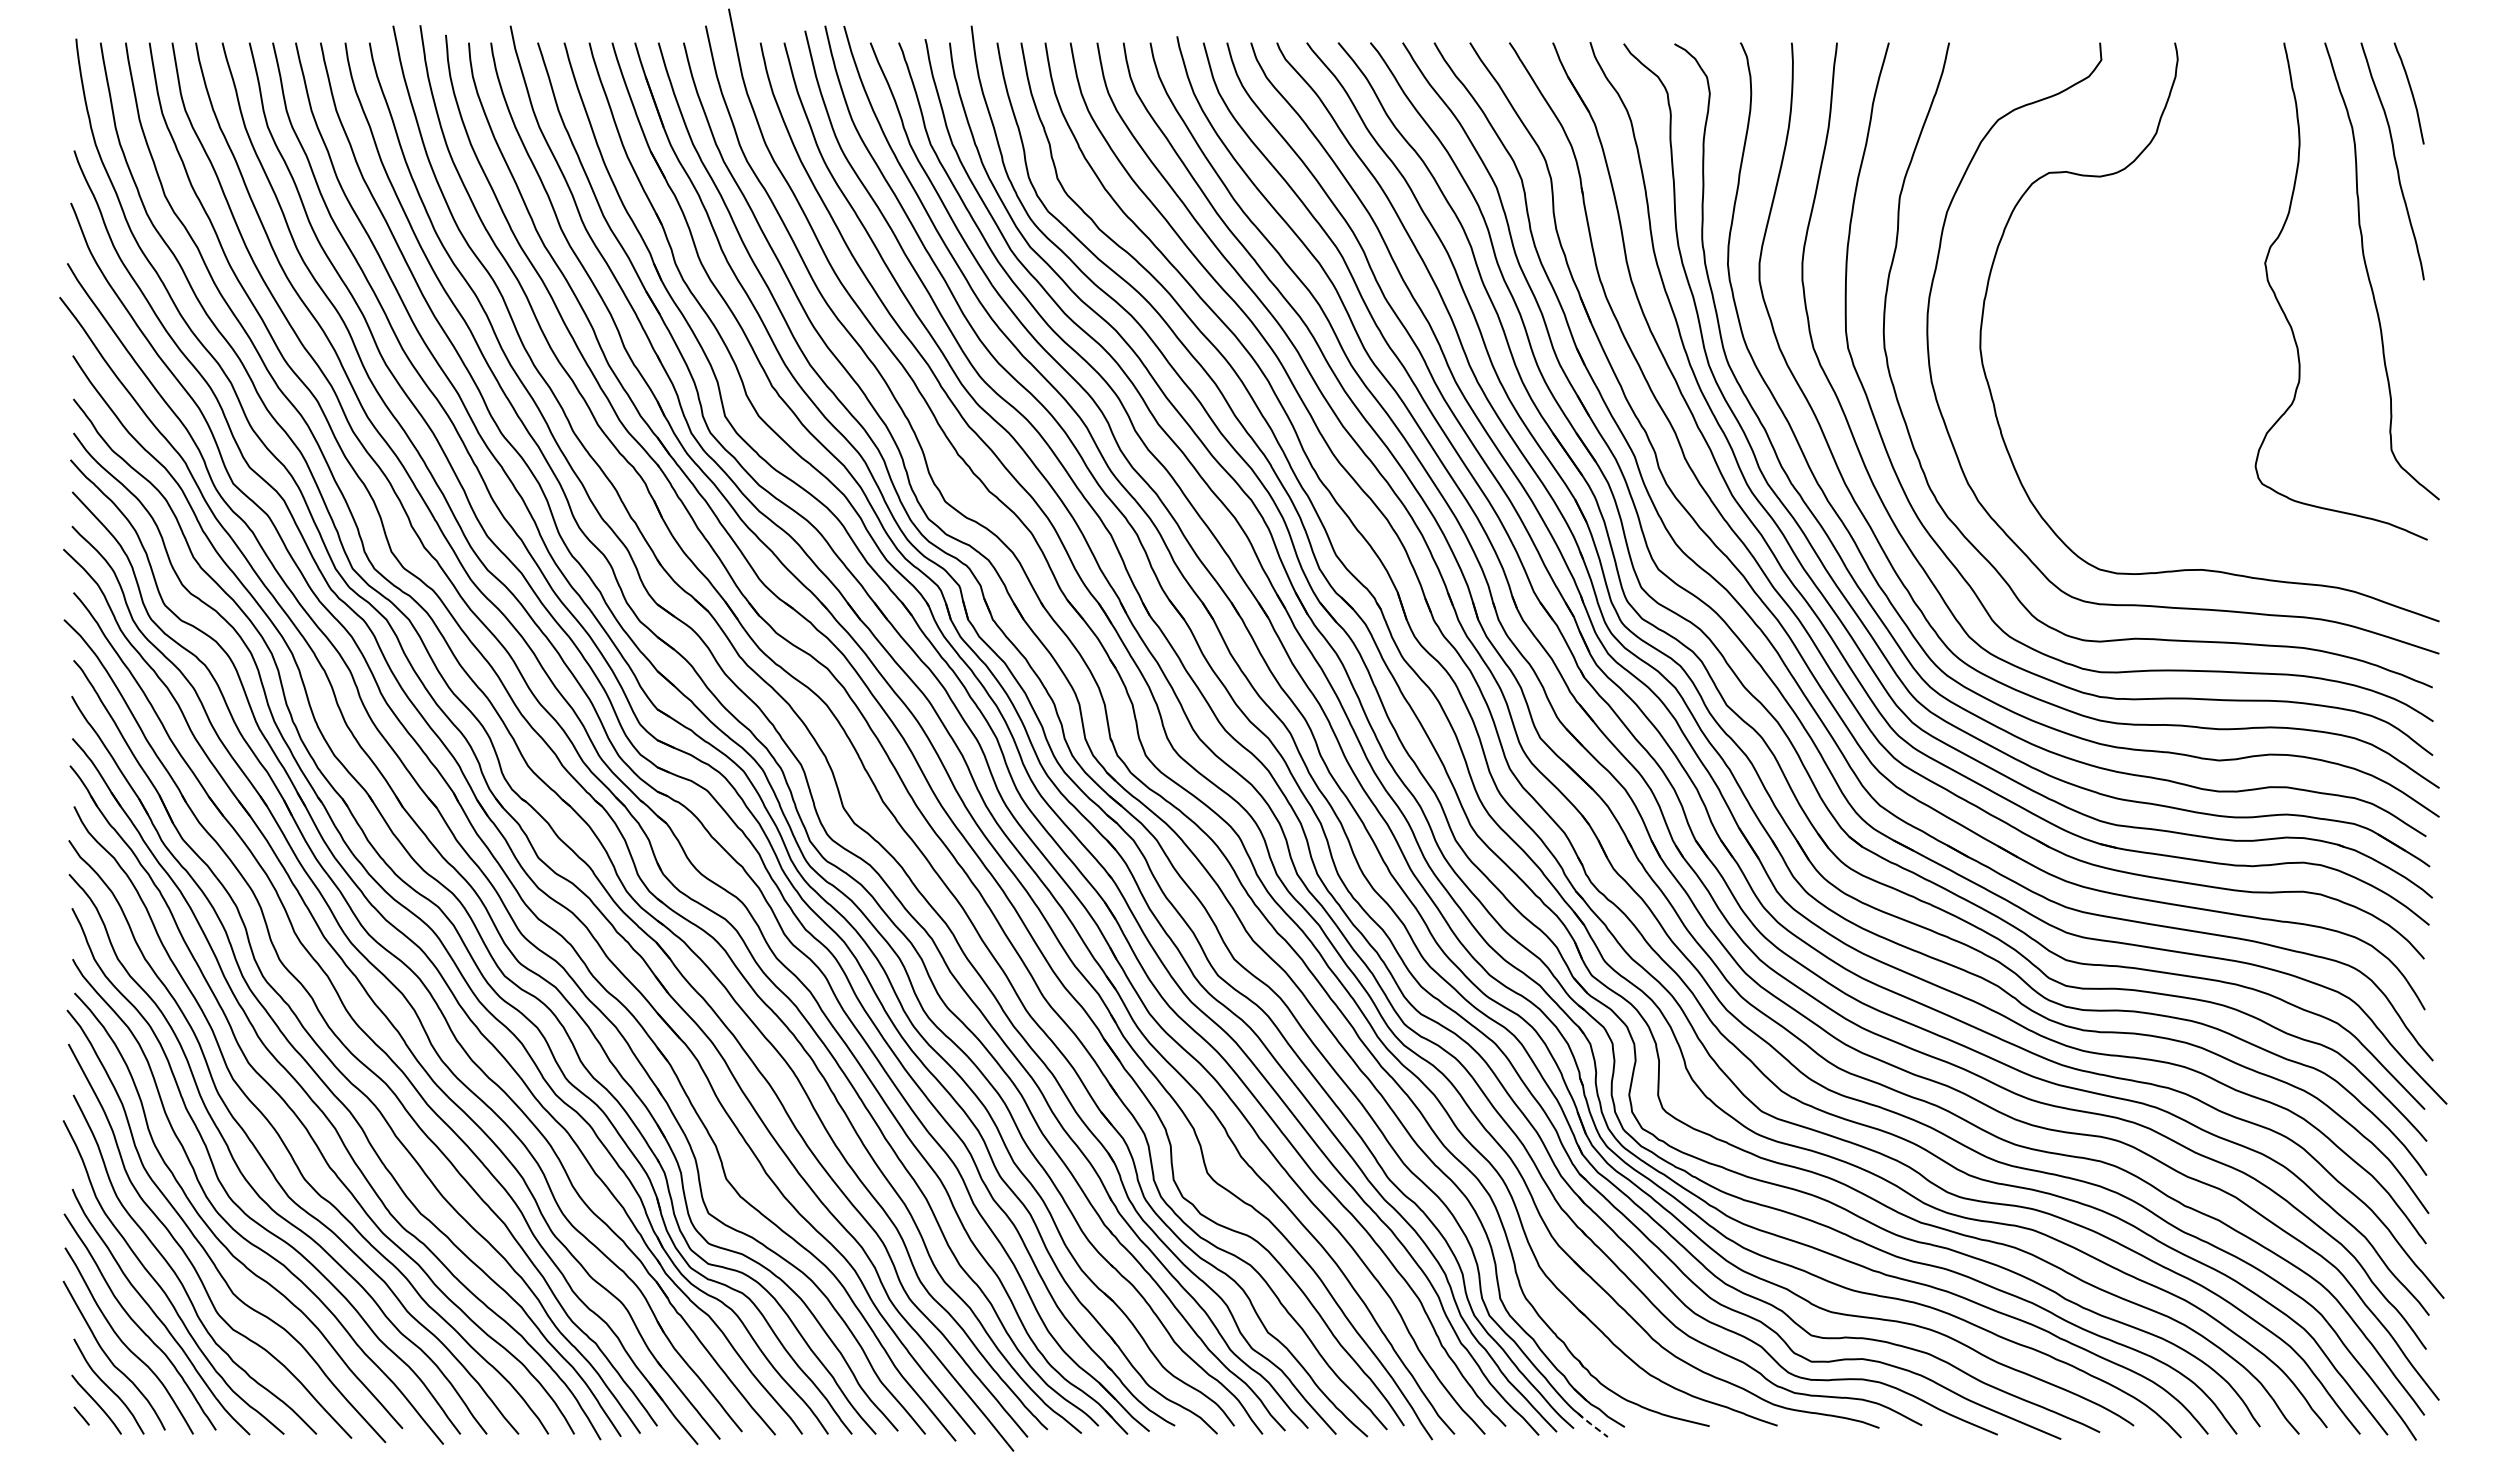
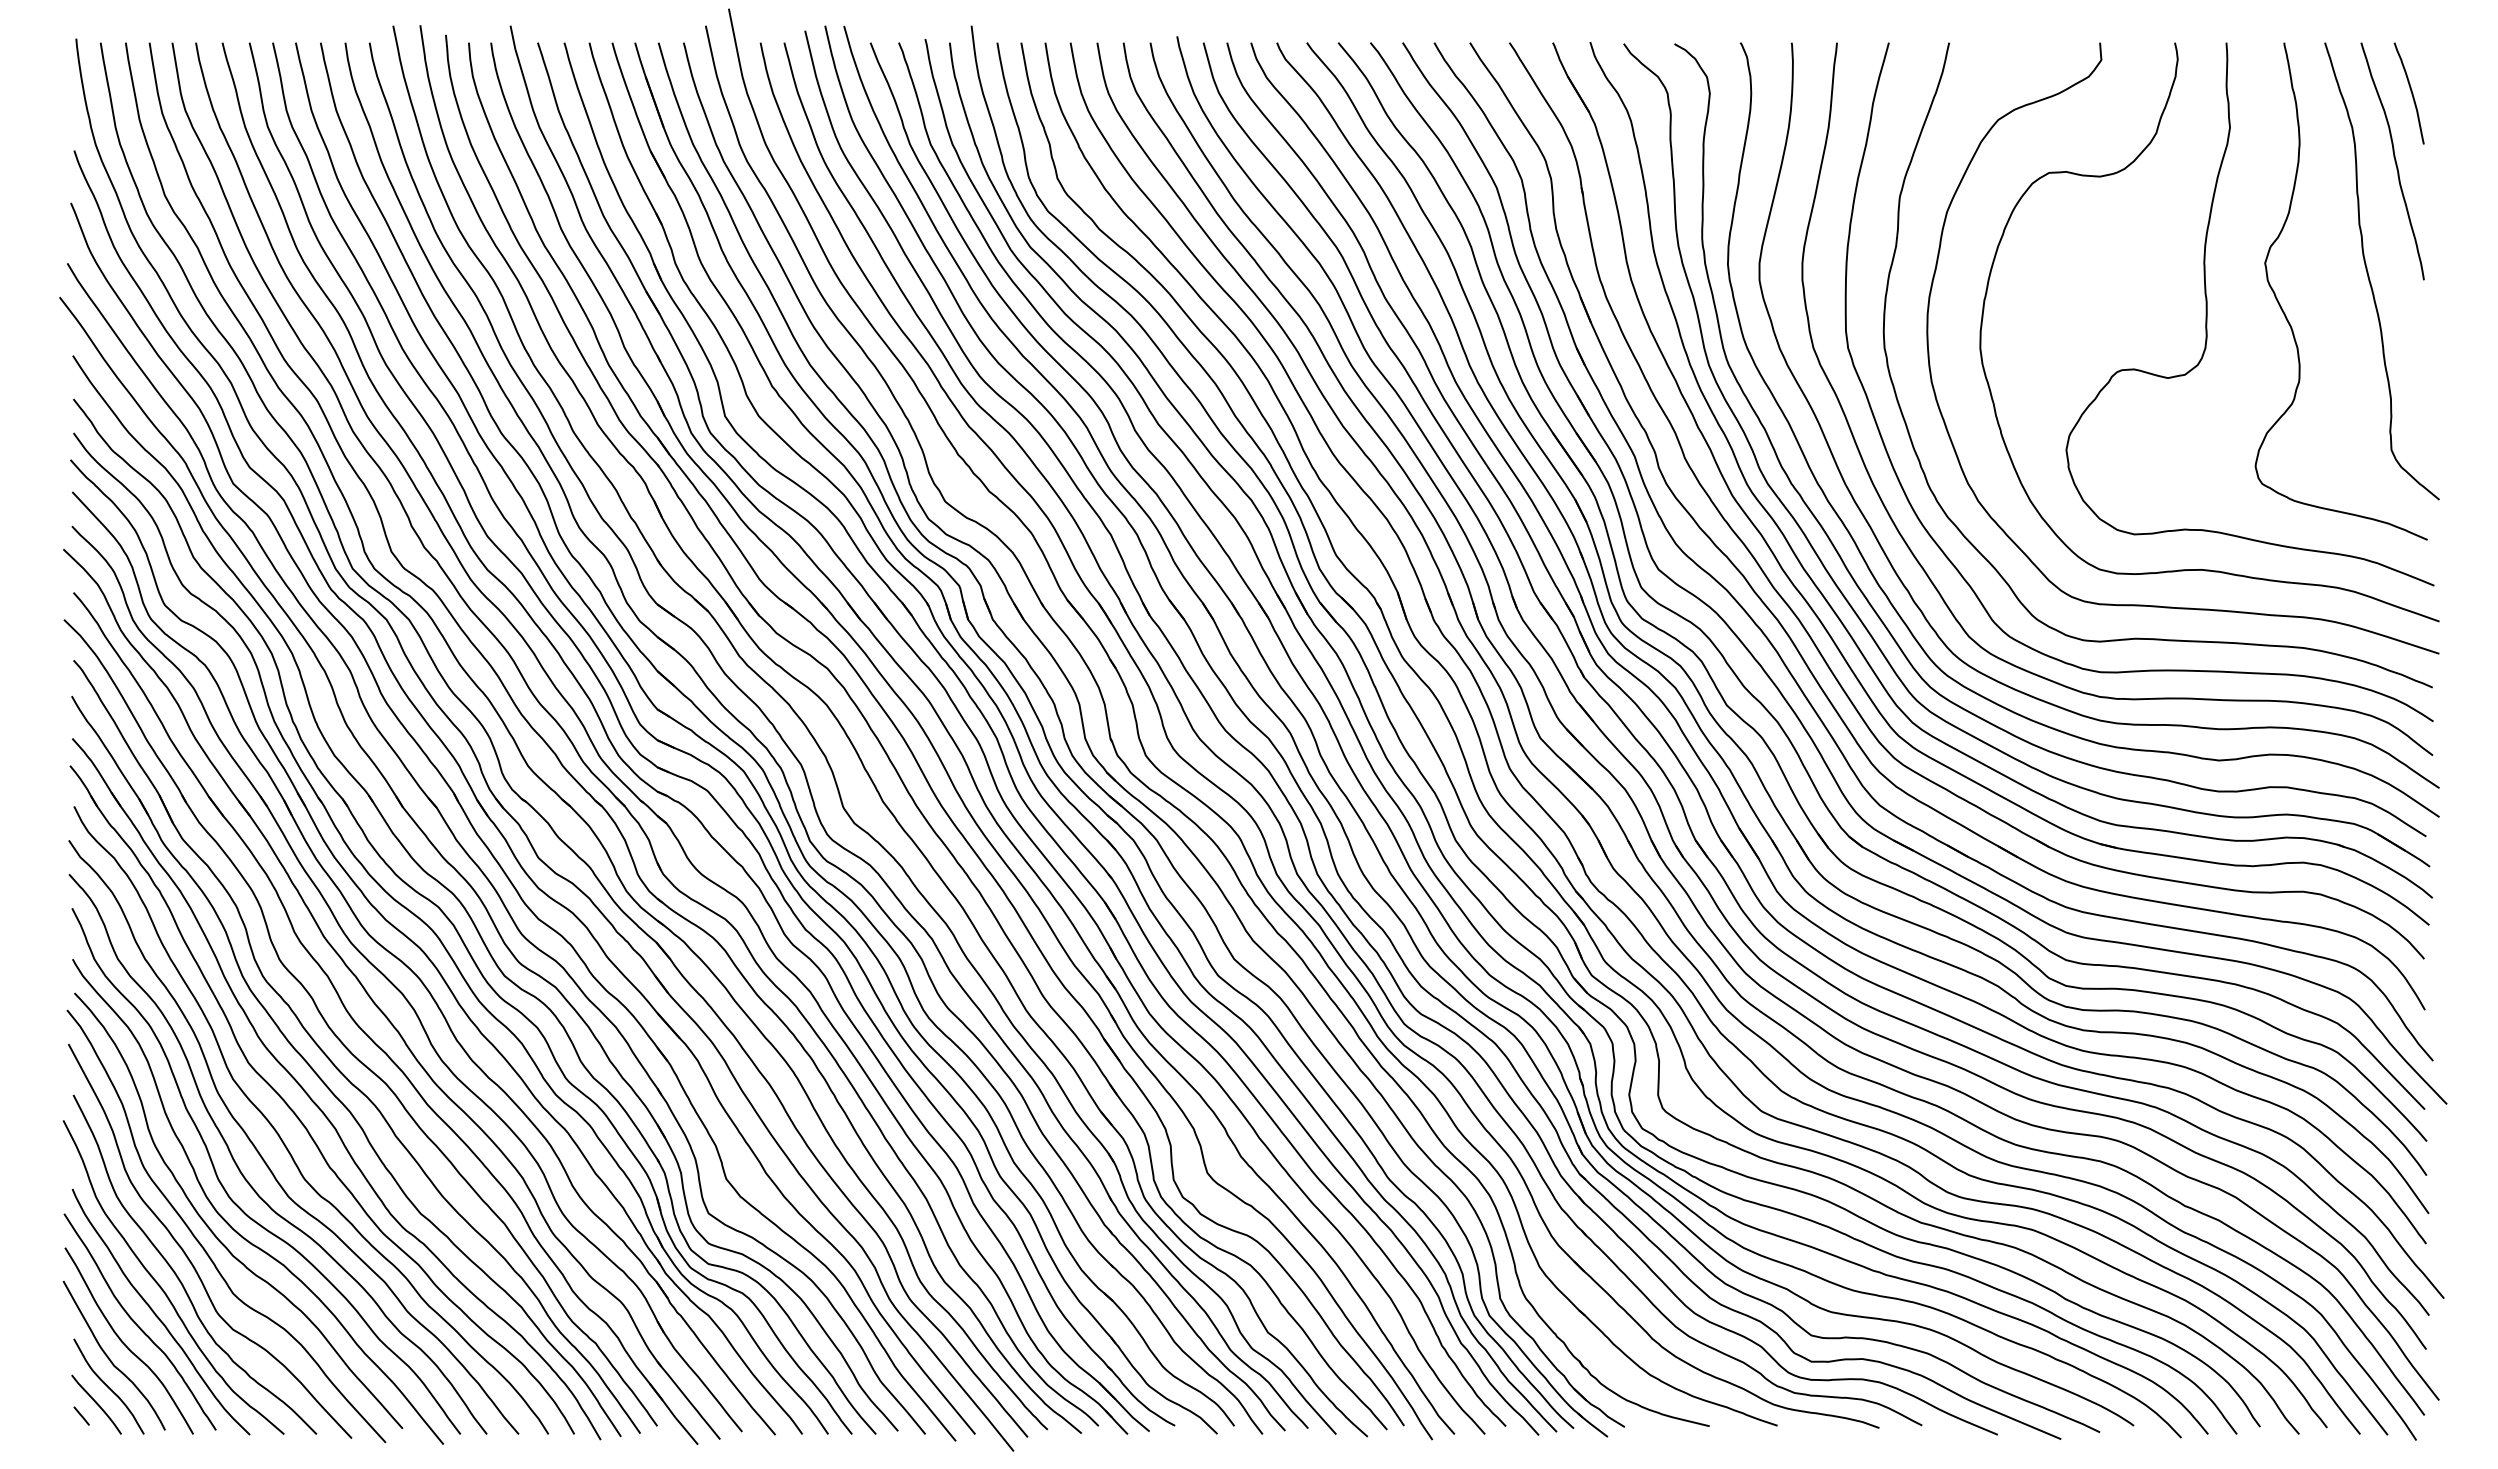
curve at (2207, 314): none -> present
line at (1591, 1424): dashed -> solid
